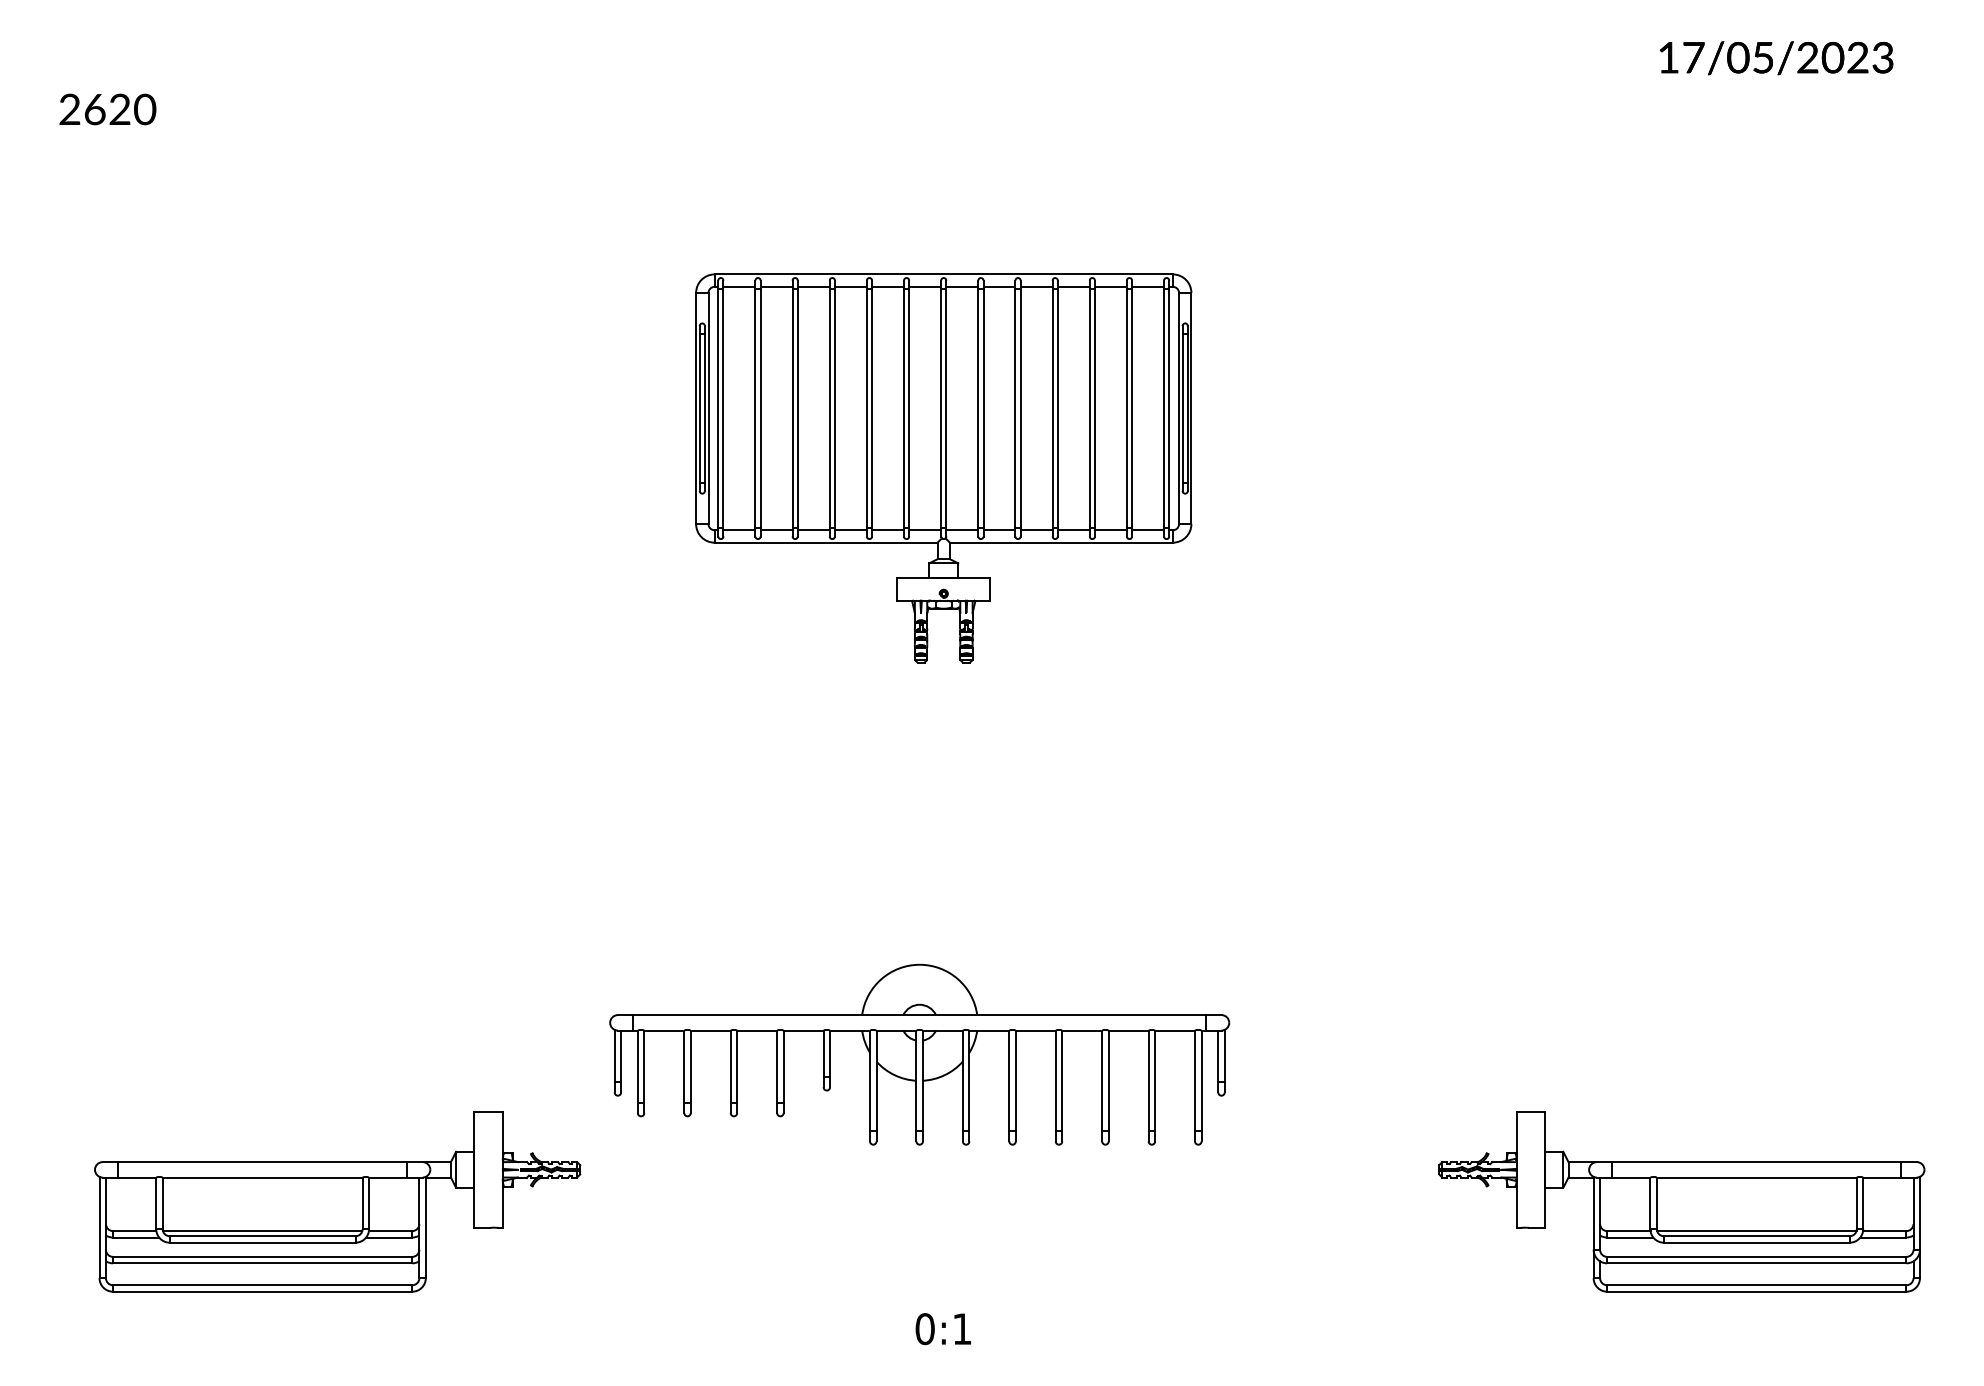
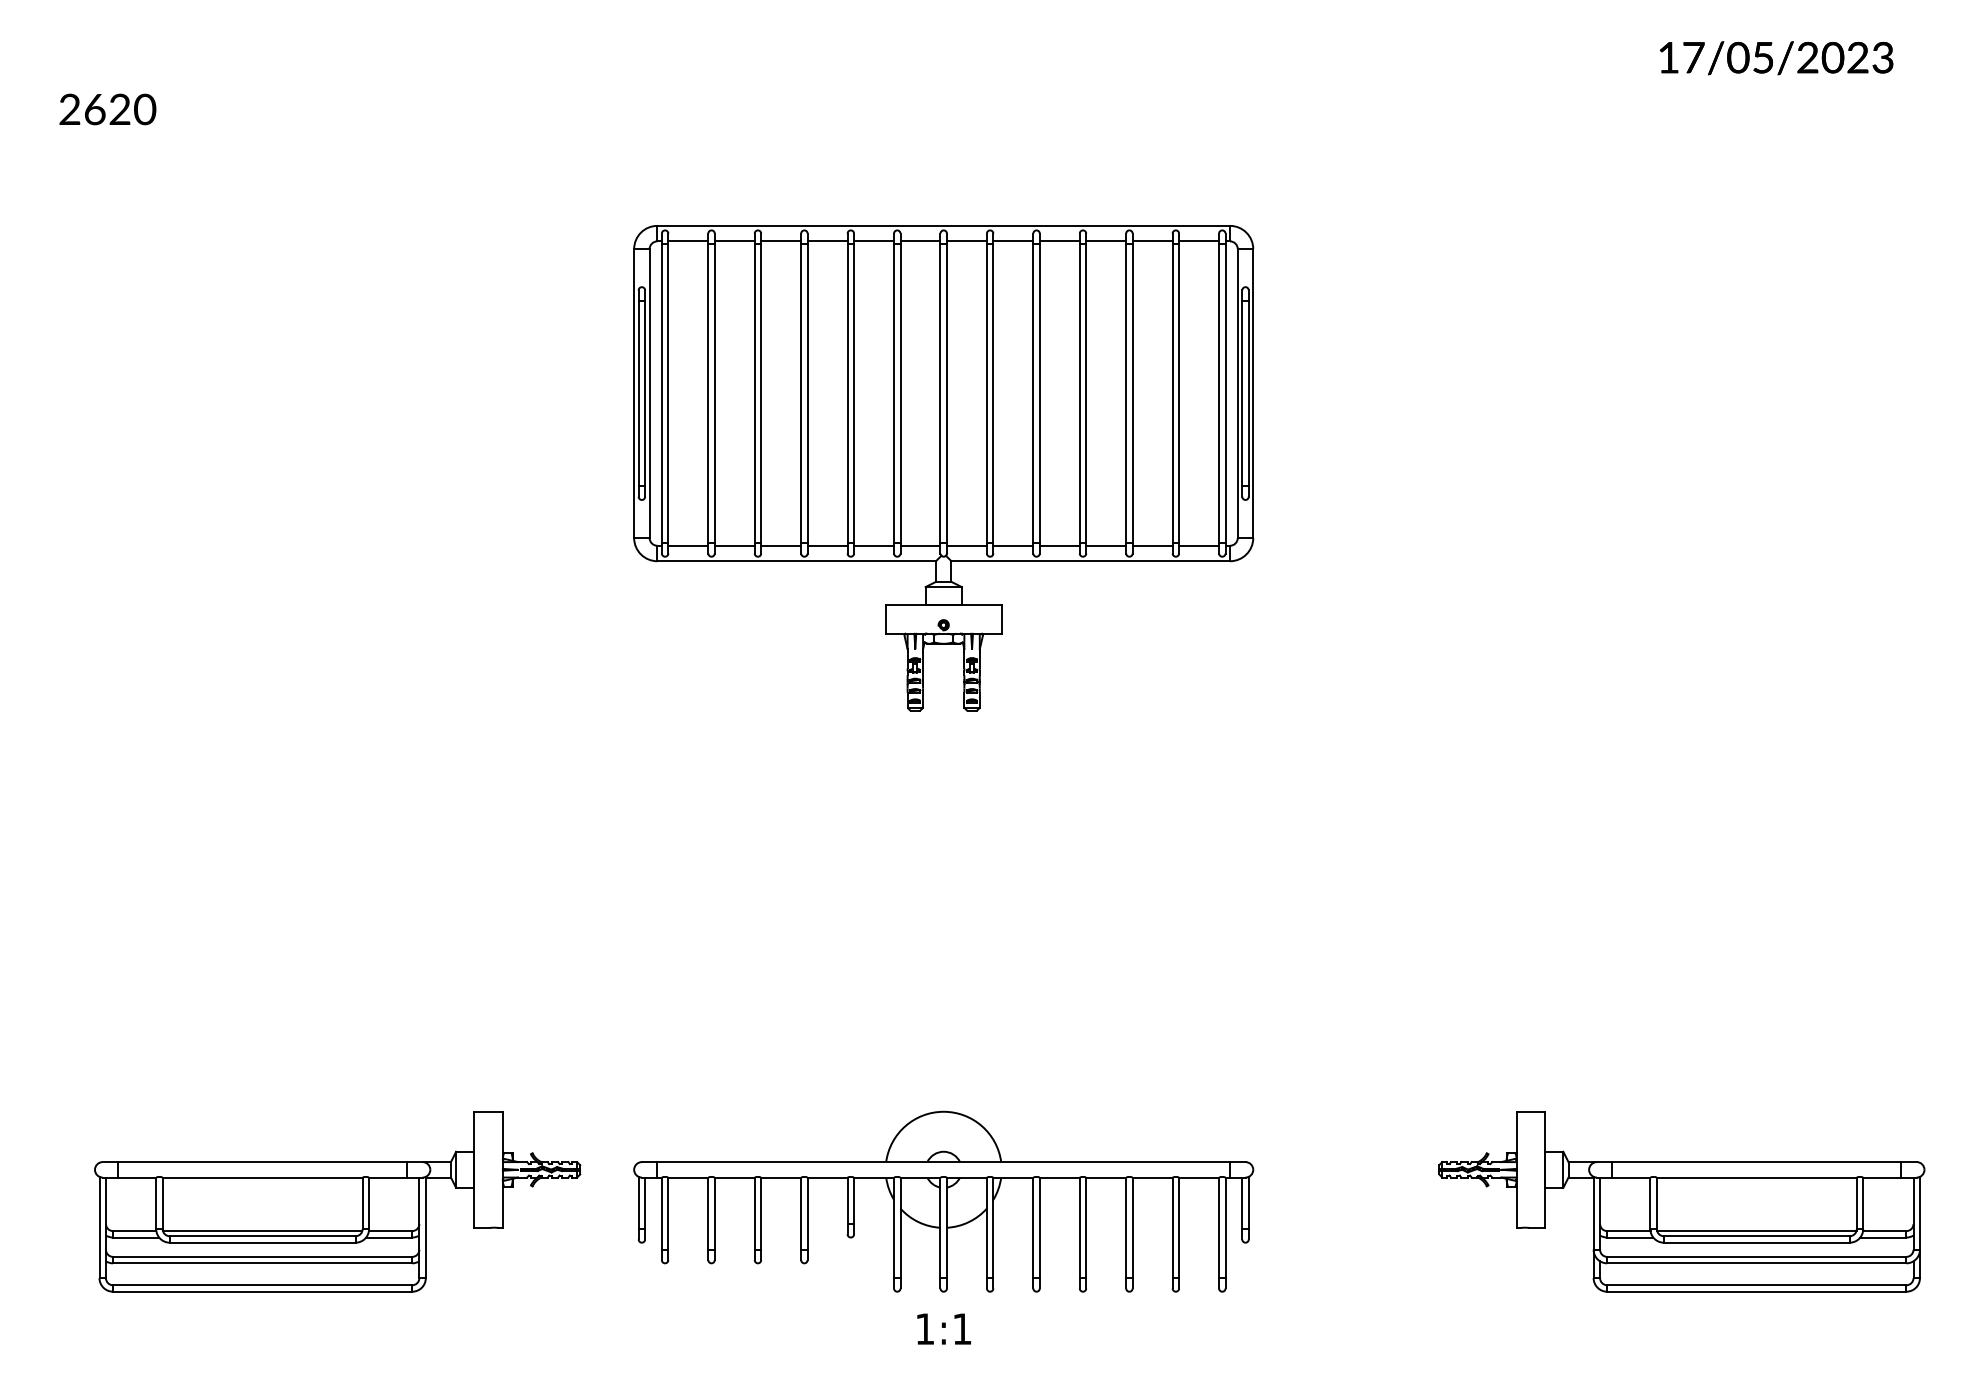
part at (943, 468) size: 498x391 px -> 622x487 px
part at (919, 1054) position: (919, 1054) -> (943, 1201)
text at (924, 1329): 0:1 -> 1:1
